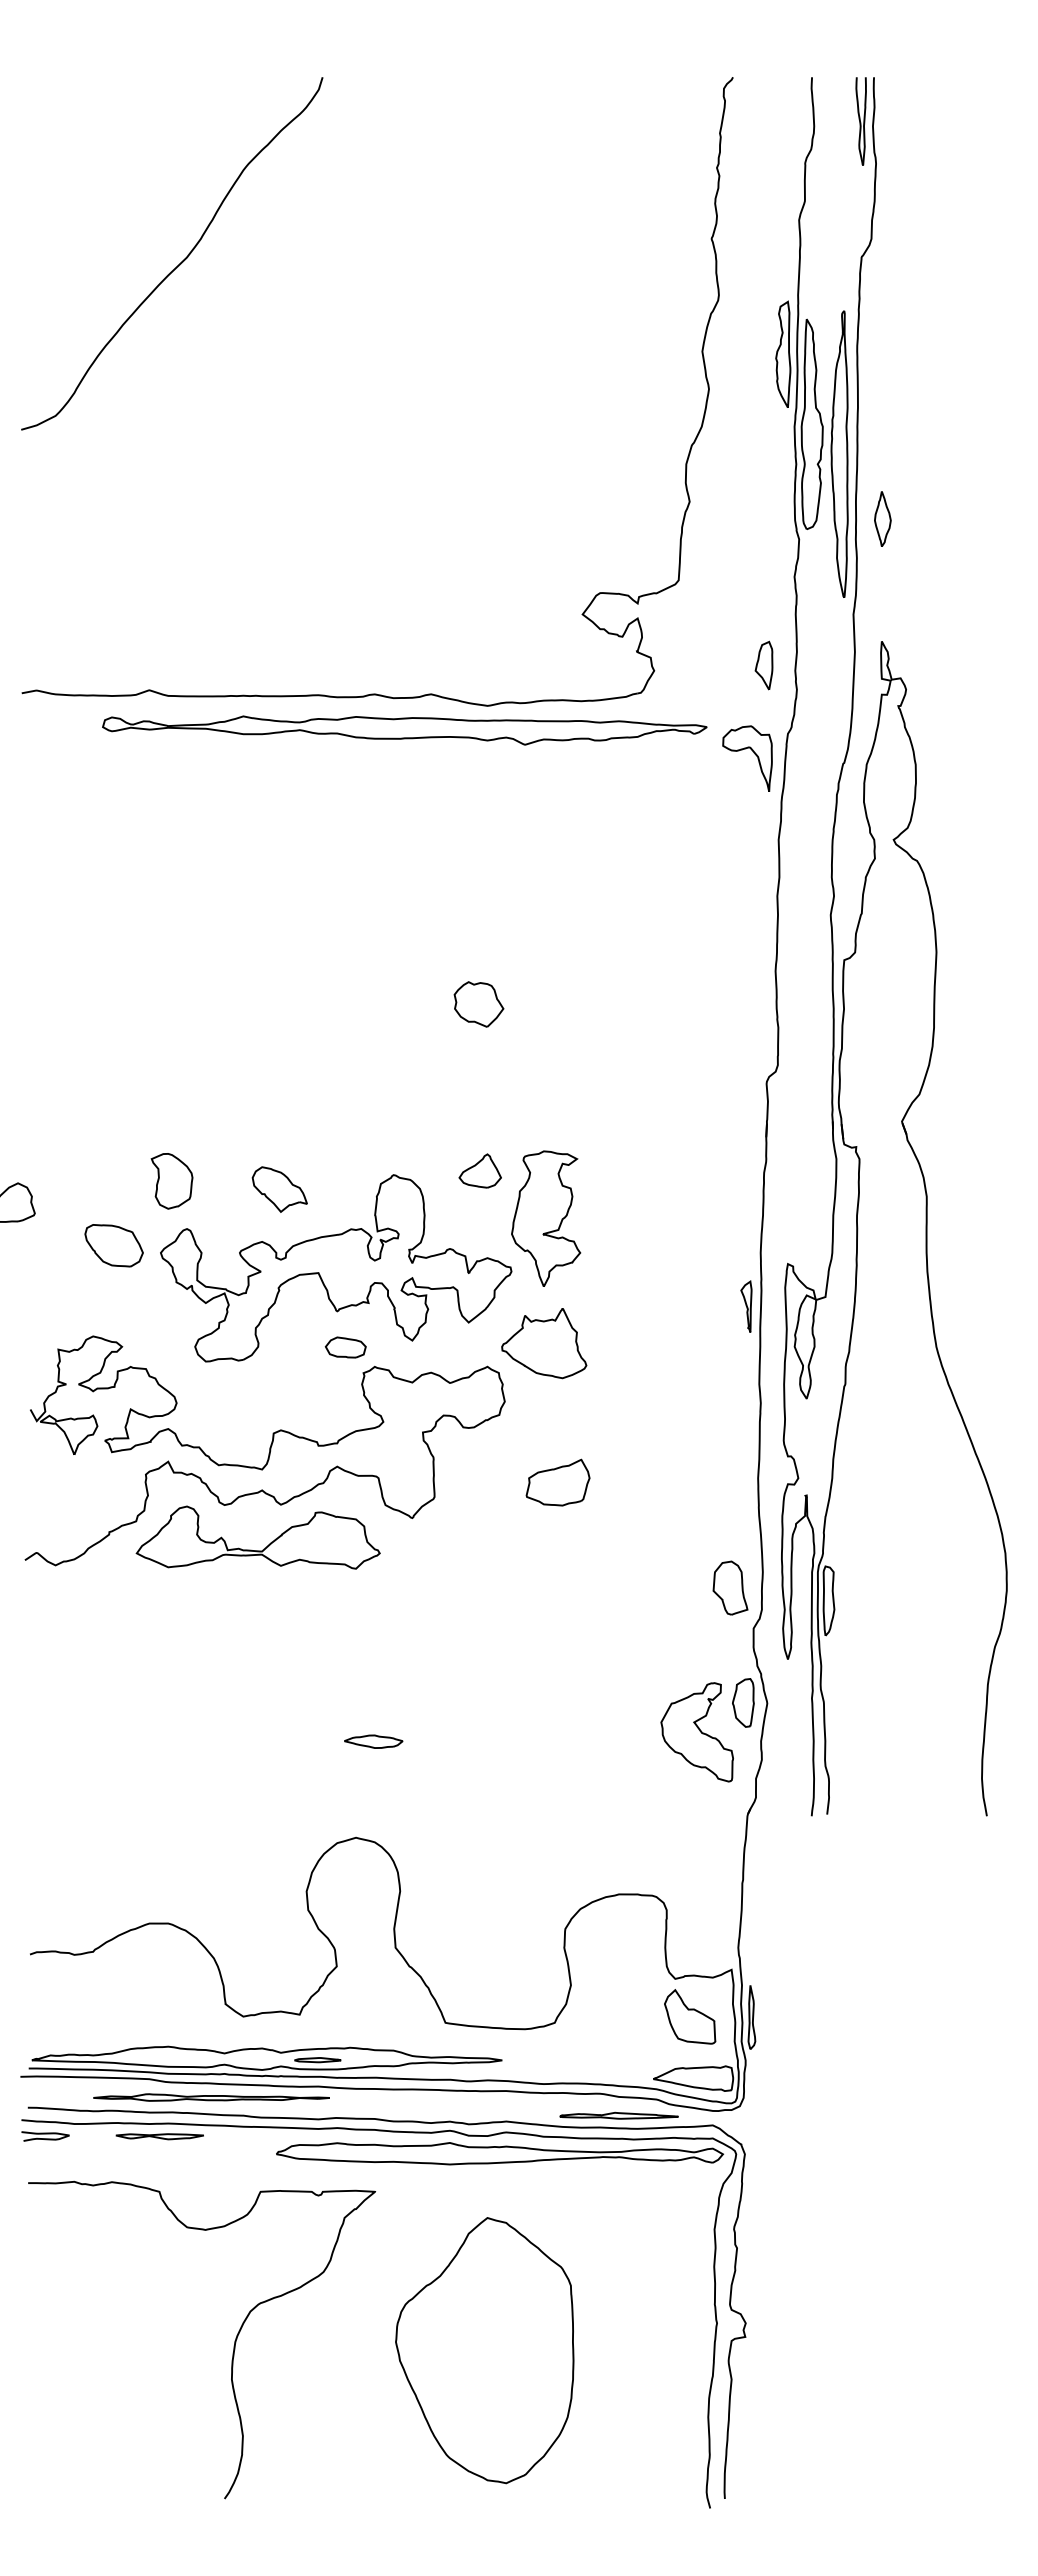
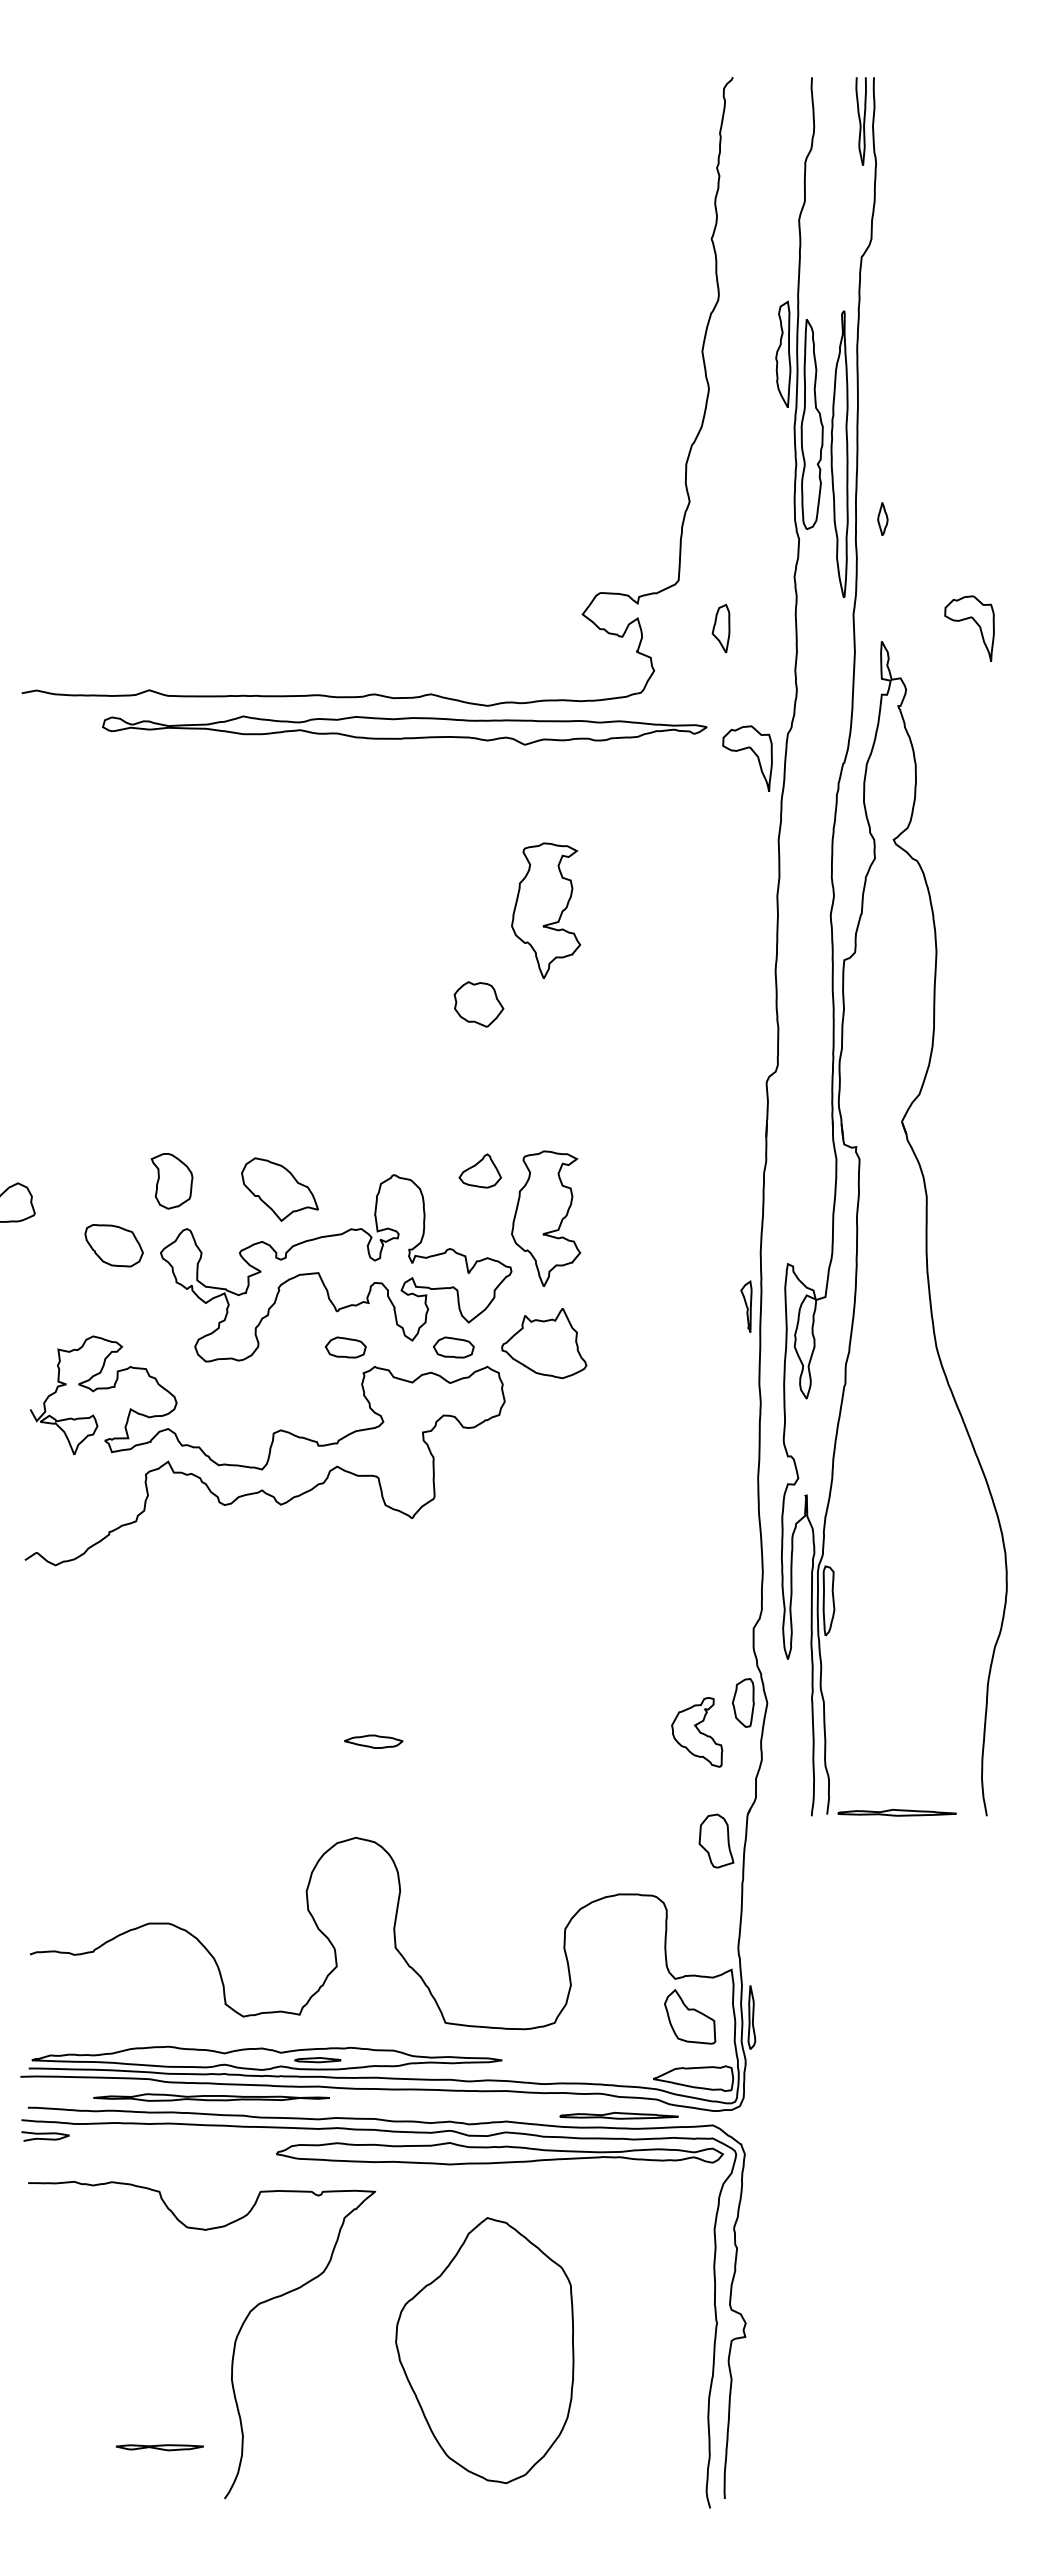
curve at (181, 261): present -> none
part at (882, 518) size: 18x56 px -> 12x34 px
part at (975, 623): none -> present
part at (763, 665) position: (763, 665) -> (720, 628)
part at (546, 910): none -> present
part at (279, 1189) size: 57x47 px -> 78x65 px
part at (453, 1347): none -> present
part at (557, 1482): present -> none
part at (266, 1546): present -> none
part at (730, 1587) position: (730, 1587) -> (716, 1840)
part at (696, 1732) size: 74x101 px -> 53x71 px
part at (896, 1812): none -> present
part at (159, 2136) position: (159, 2136) -> (159, 2447)
